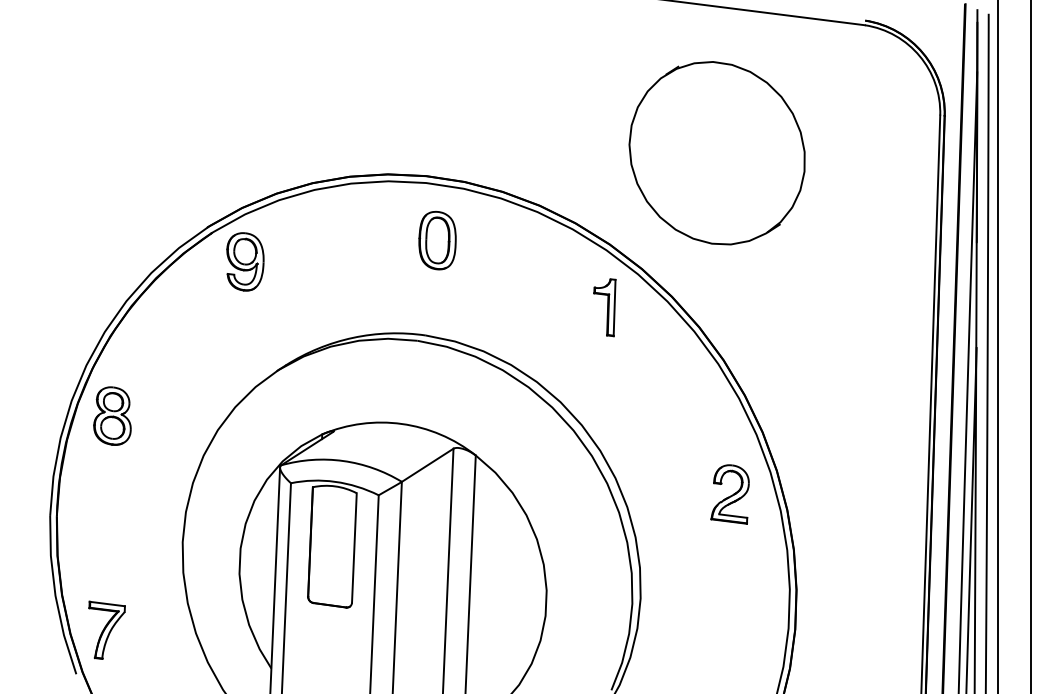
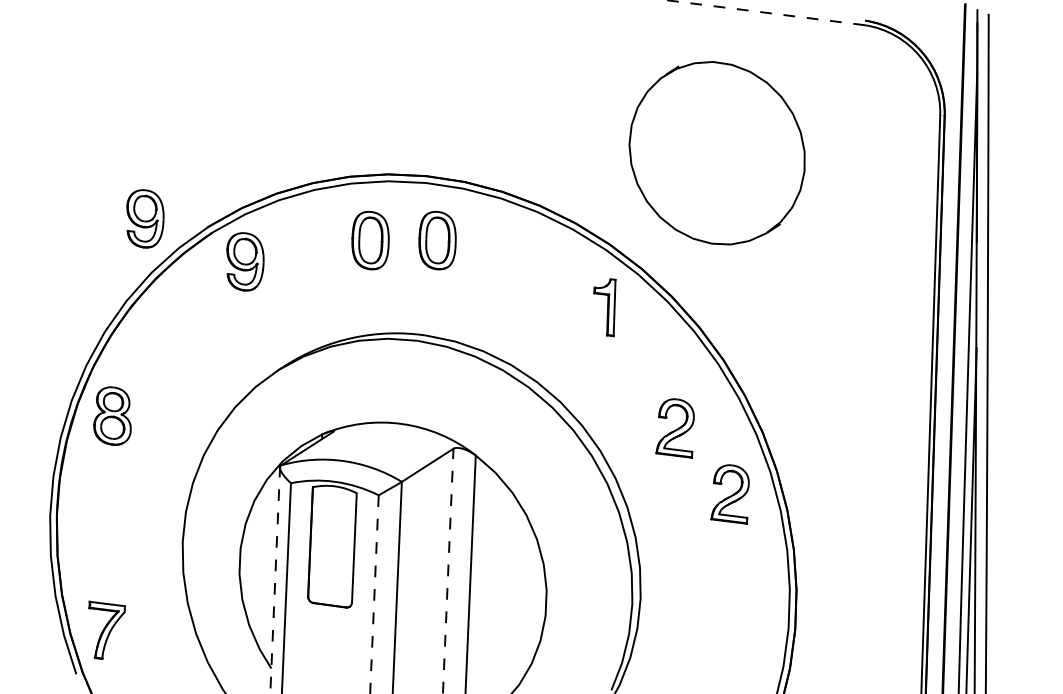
line at (764, 12): solid -> dashed
part at (145, 218): none -> present
part at (370, 240): none -> present
line at (998, 346): present -> none
line at (1031, 346): present -> none
part at (674, 428): none -> present
line at (448, 570): solid -> dashed
line at (275, 579): solid -> dashed
line at (374, 595): solid -> dashed
